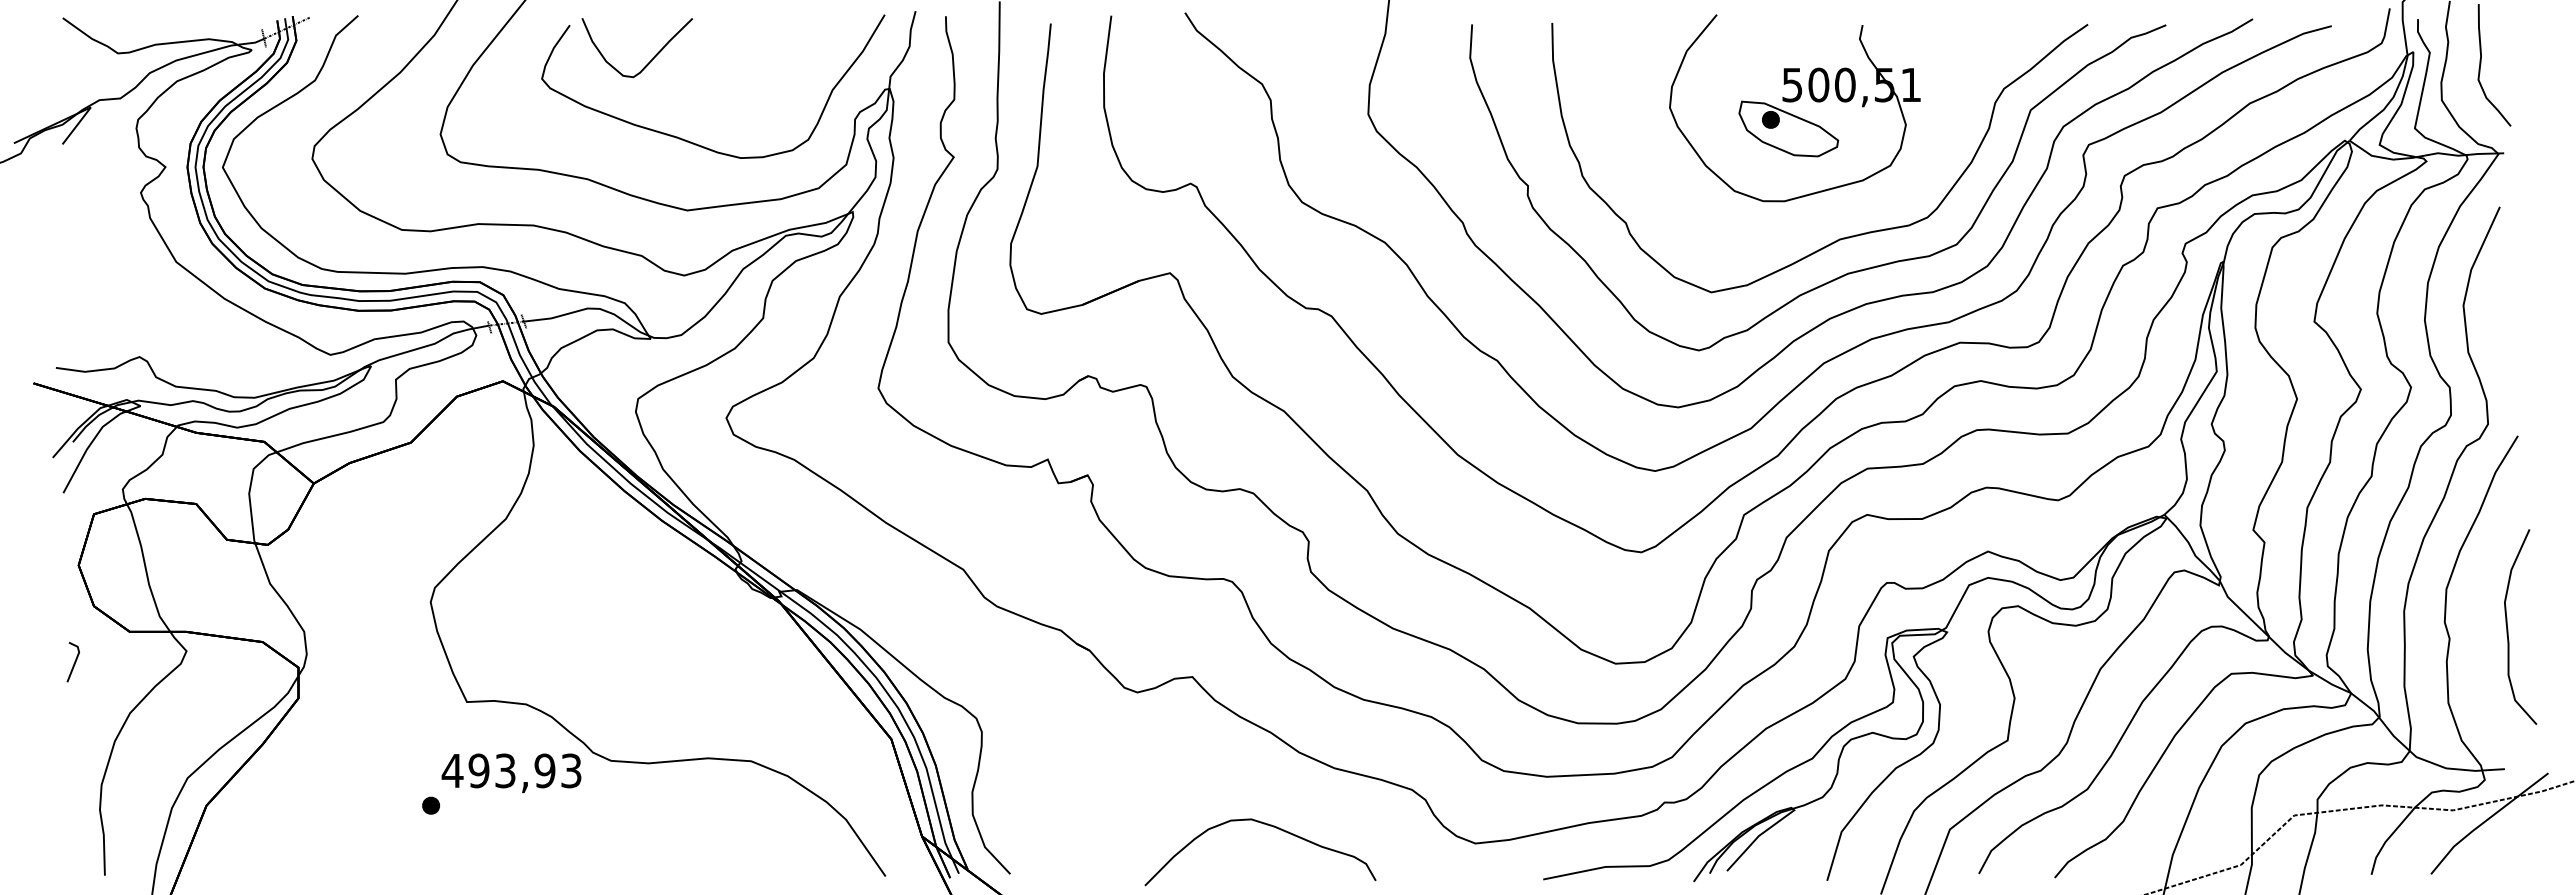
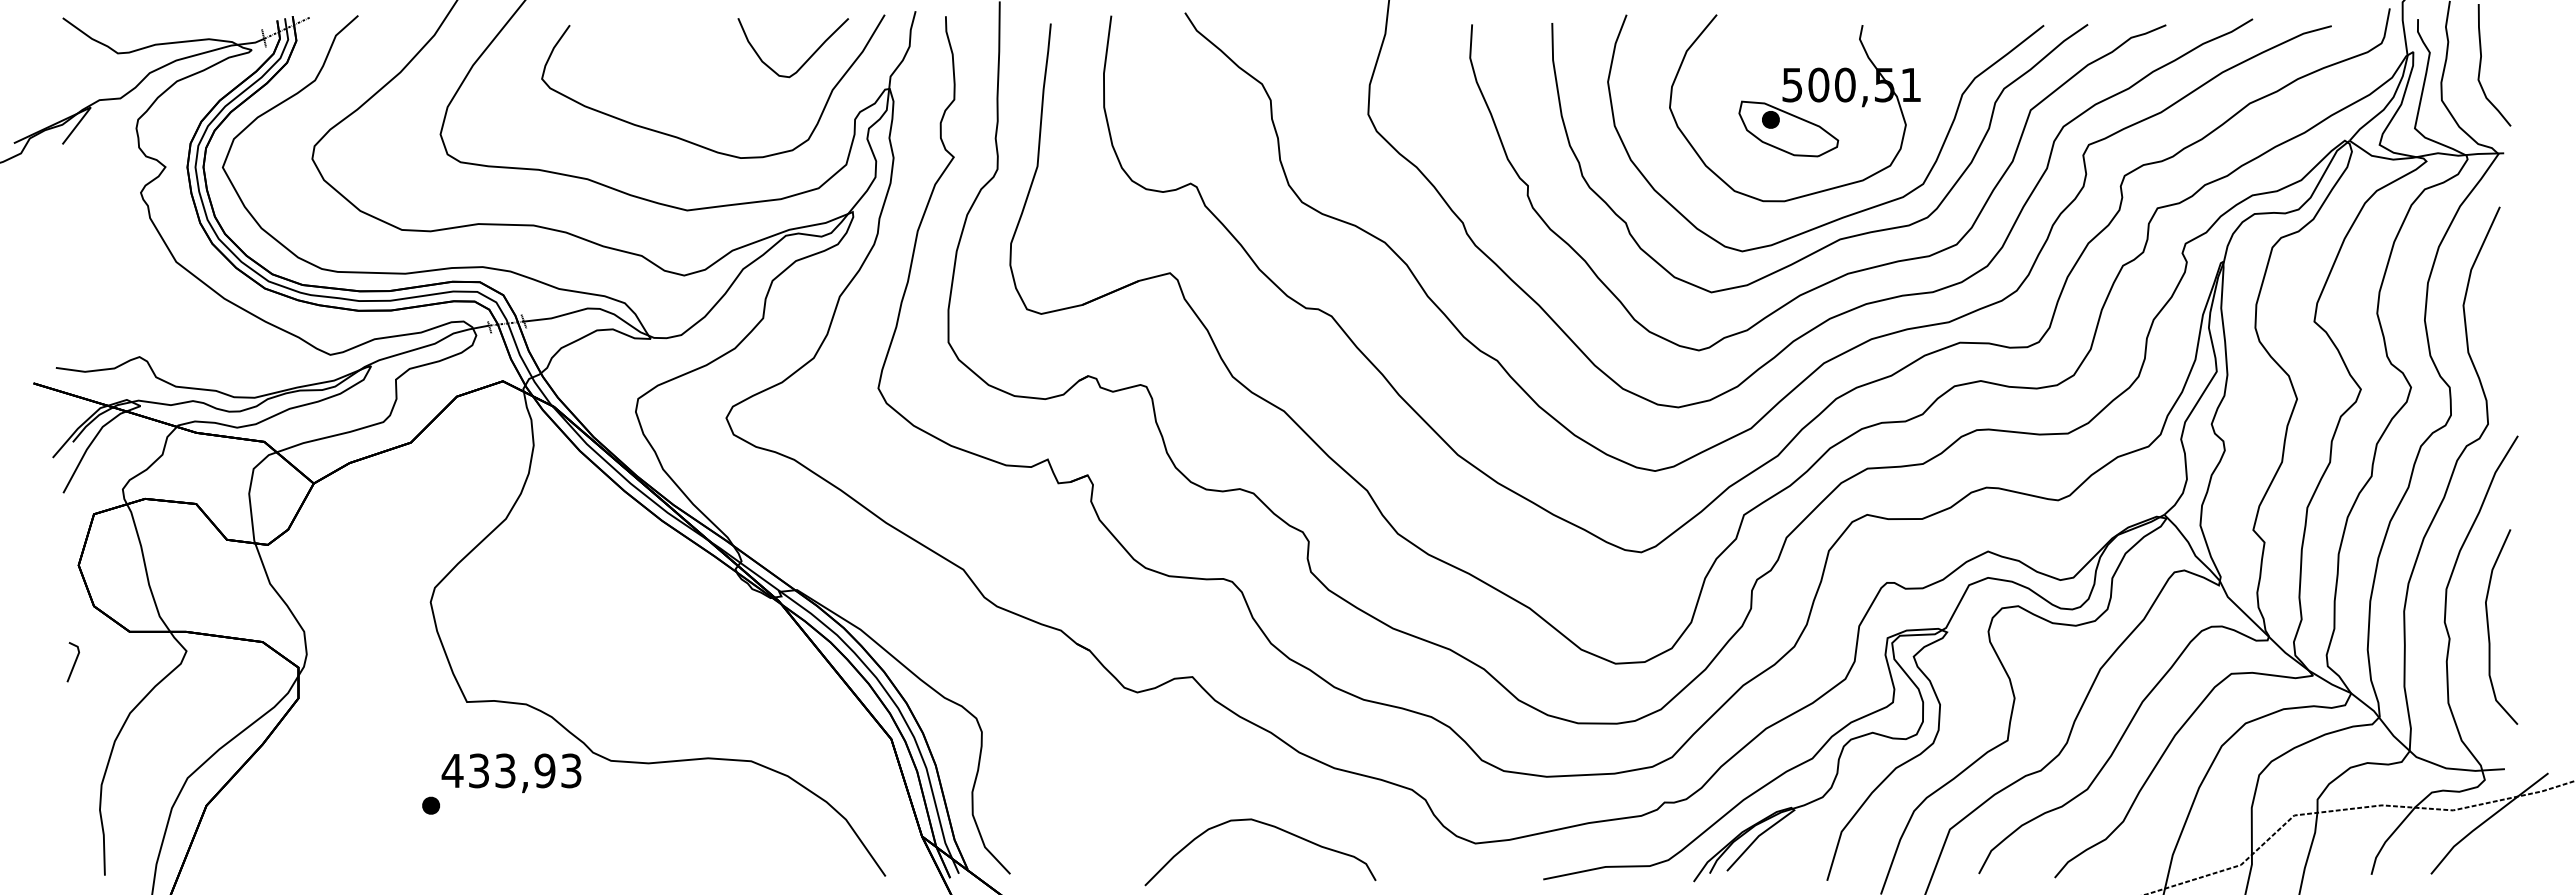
curve at (650, 60) position: (650, 60) -> (806, 60)
part at (1851, 213): none -> present
curve at (2508, 628) position: (2508, 628) -> (2489, 628)
text at (478, 770): 493,93 -> 433,93
